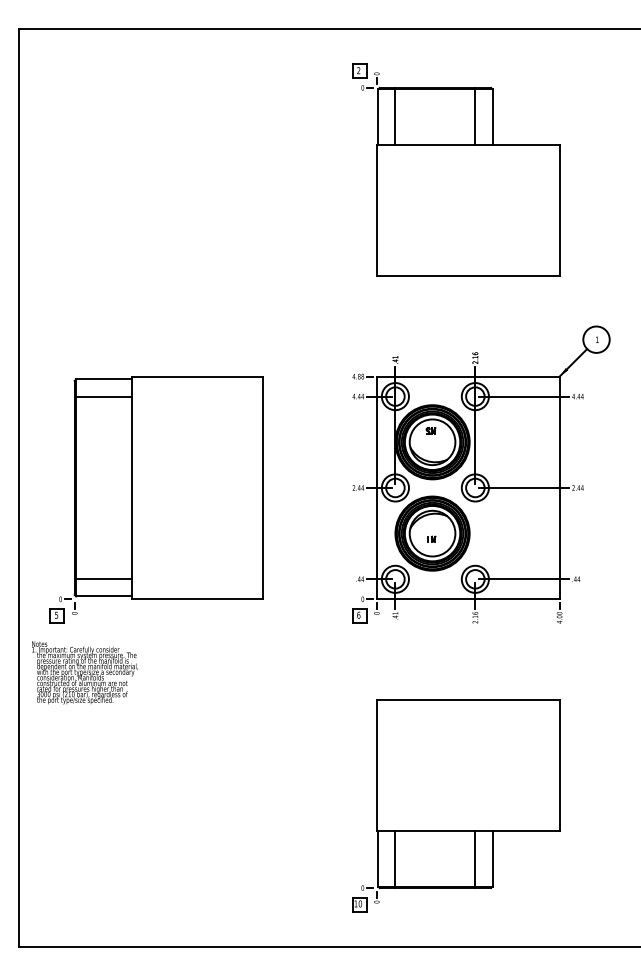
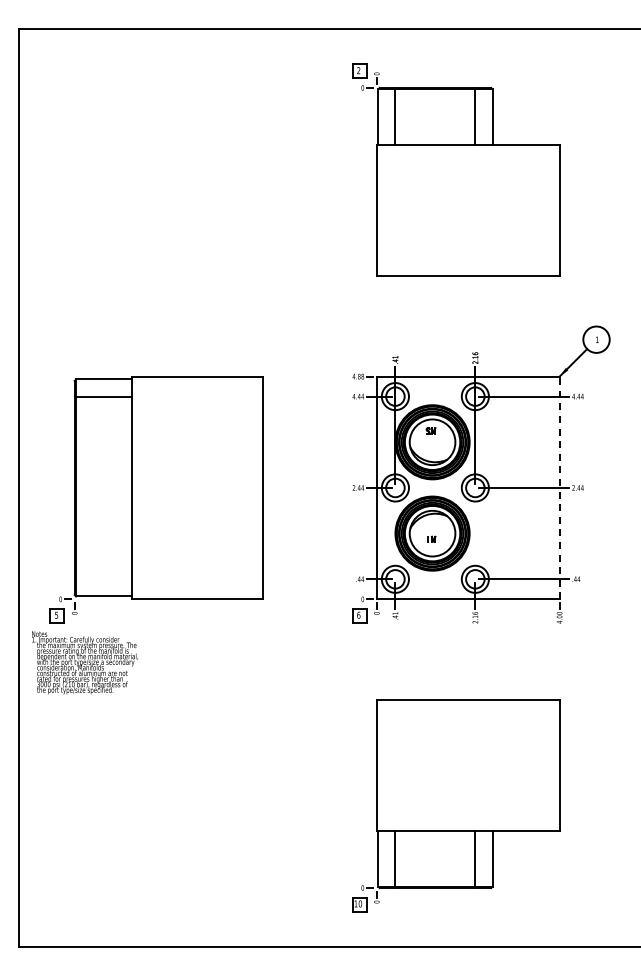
line at (559, 487): solid -> dashed
line at (102, 579): present -> none
text at (84, 672) position: (84, 672) -> (84, 662)
